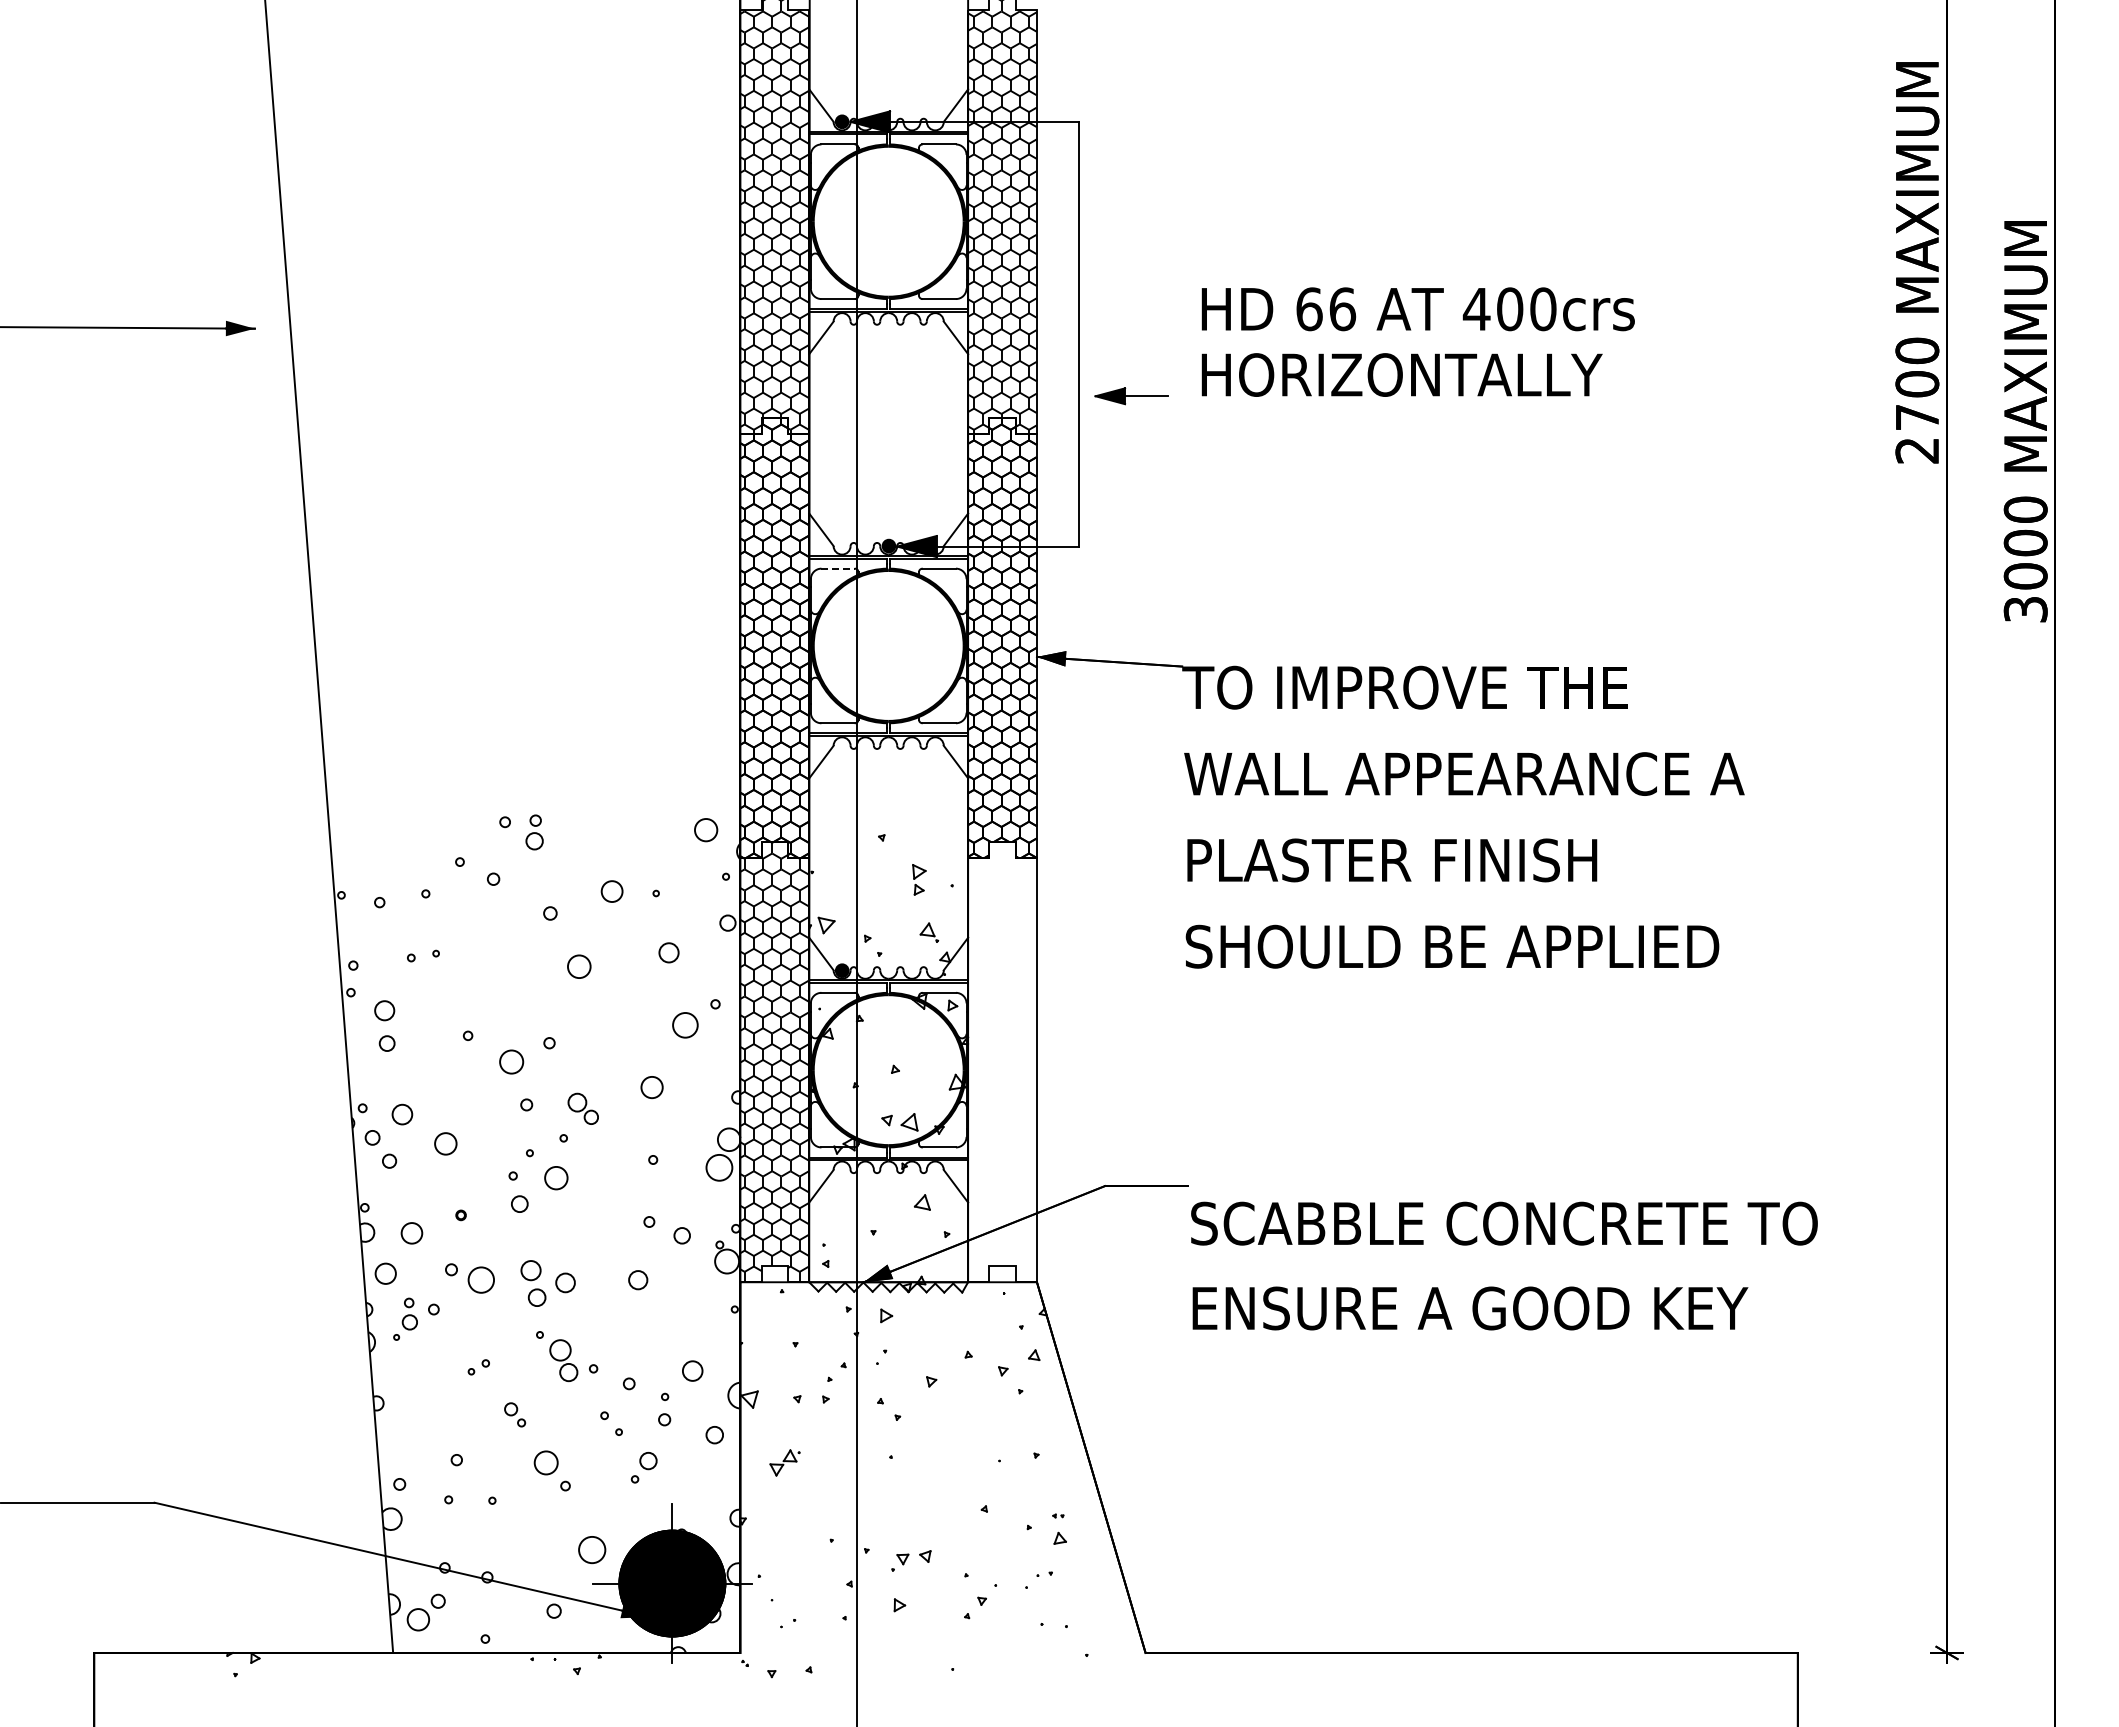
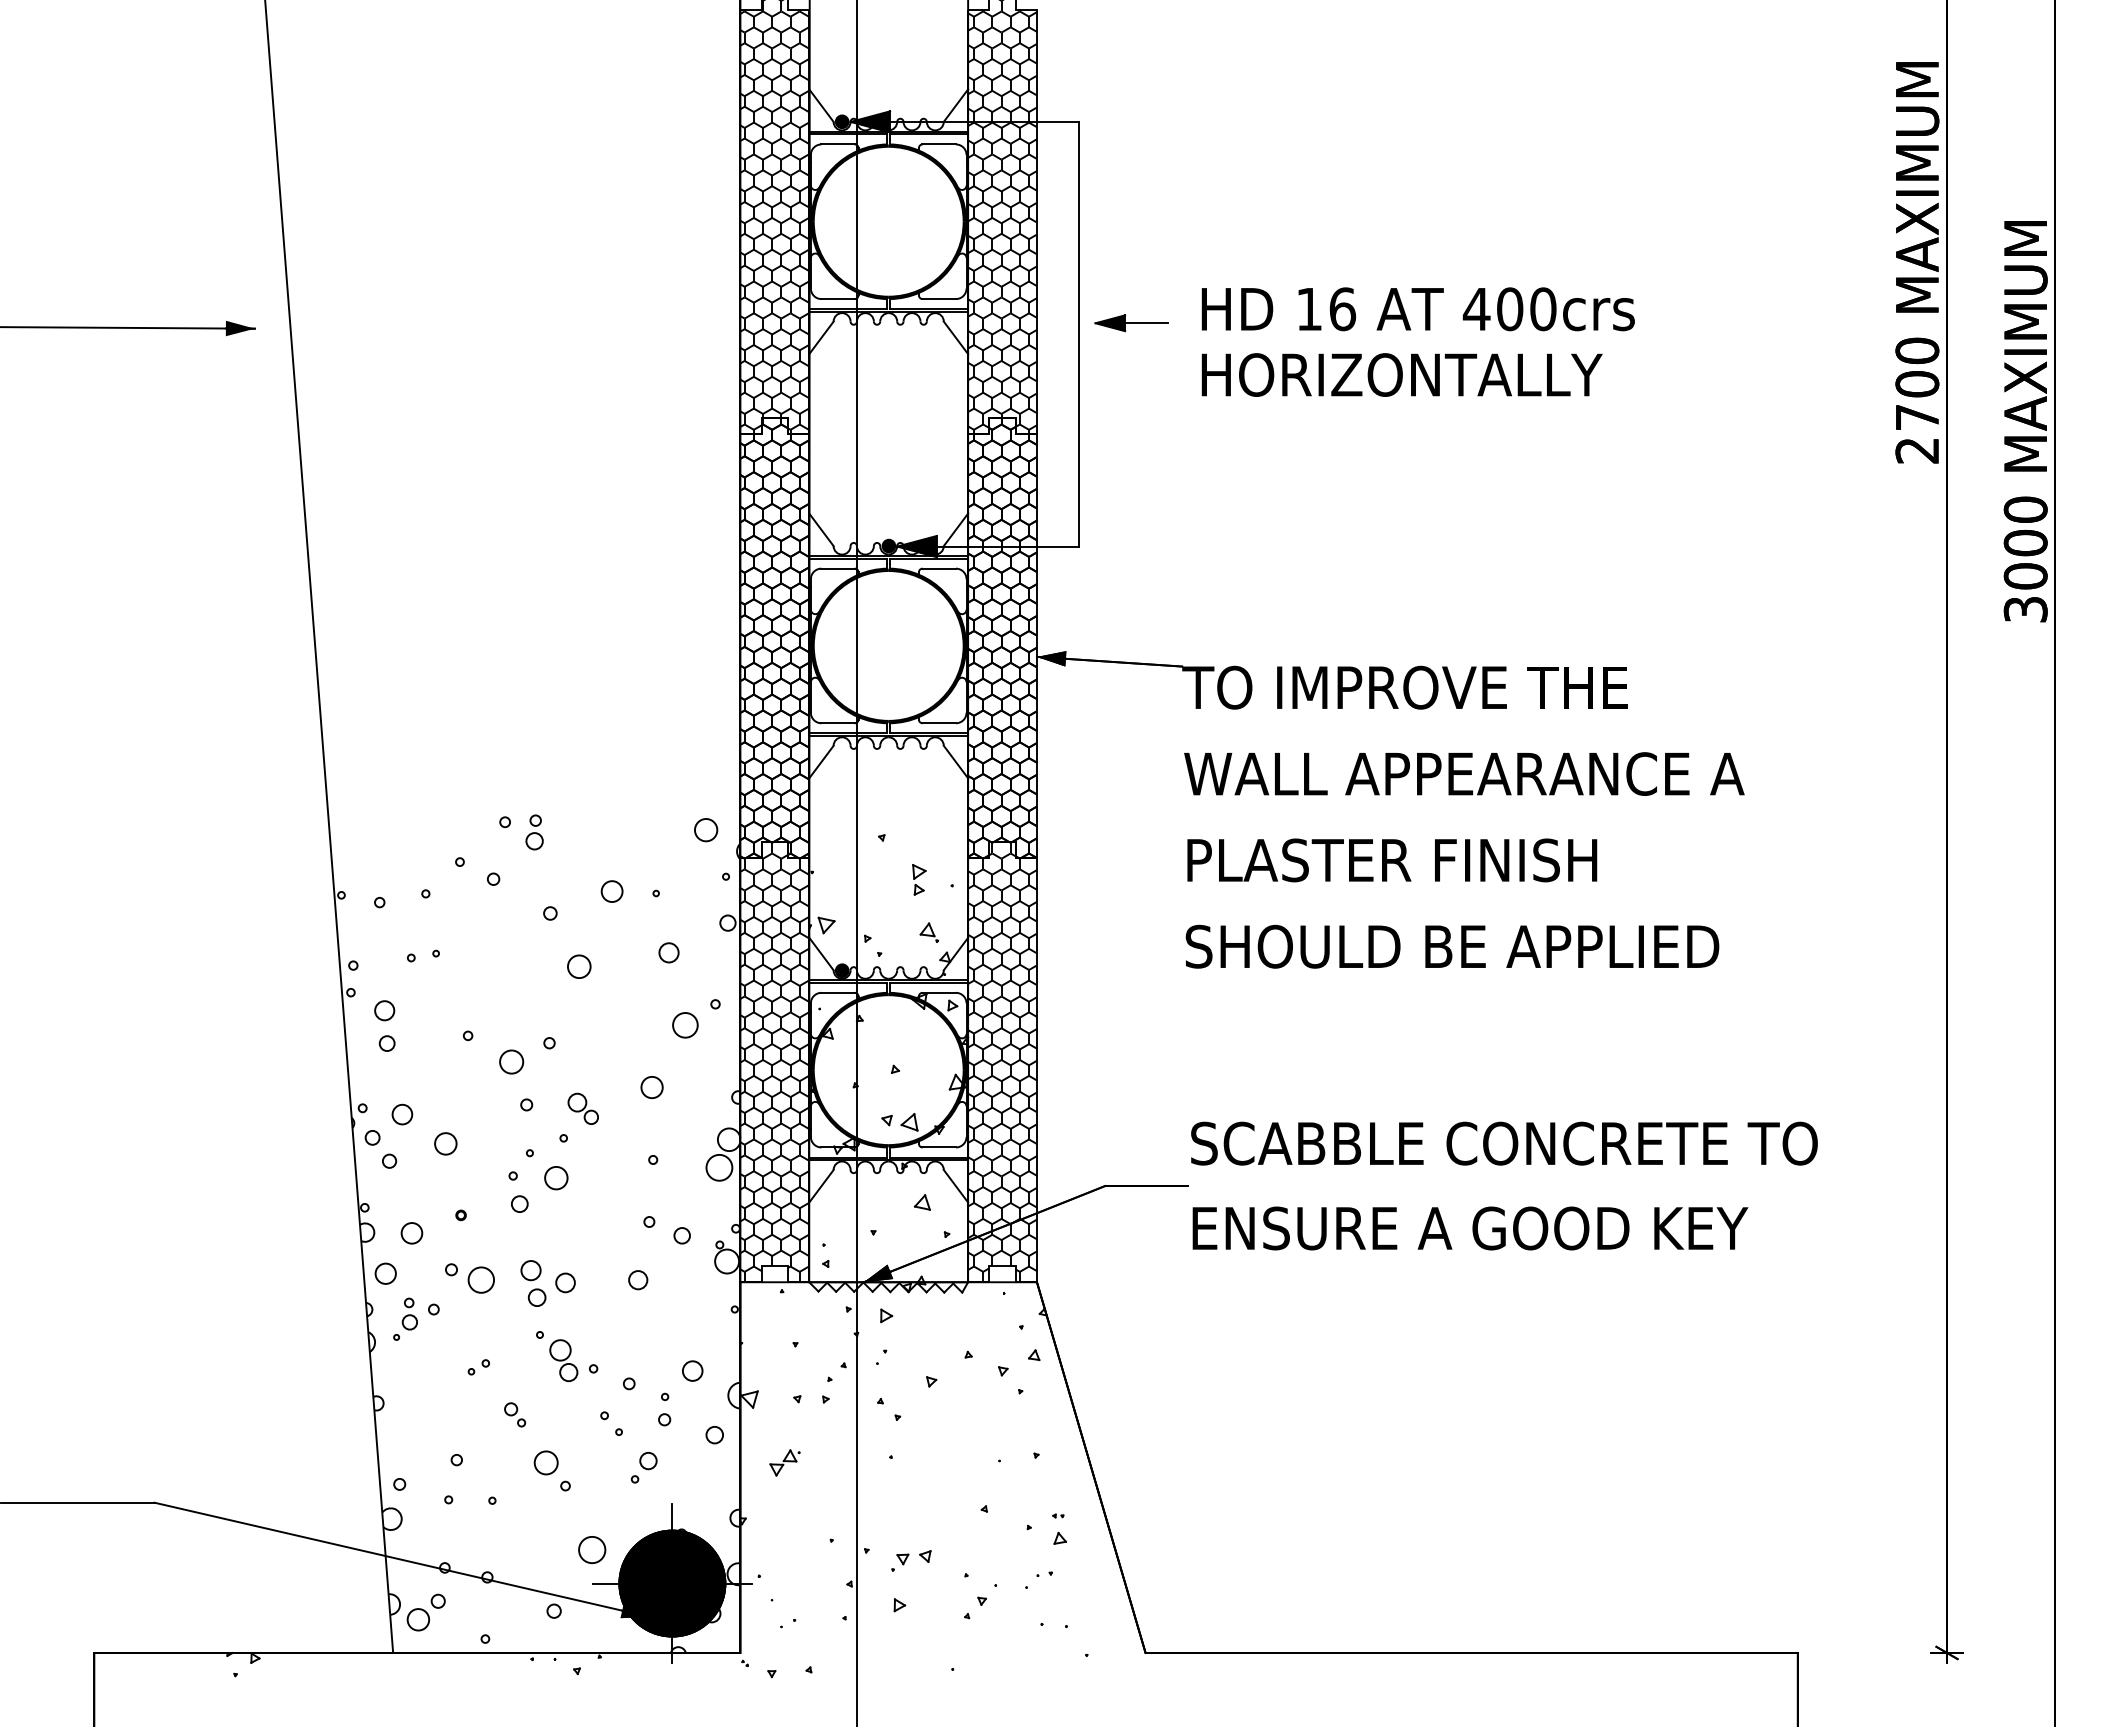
text at (1309, 309): 66 -> 16
part at (1131, 396) position: (1131, 396) -> (1131, 323)
line at (838, 568): dashed -> solid
hatch at (1002, 1062): none -> present
text at (1504, 1265) position: (1504, 1265) -> (1504, 1185)
